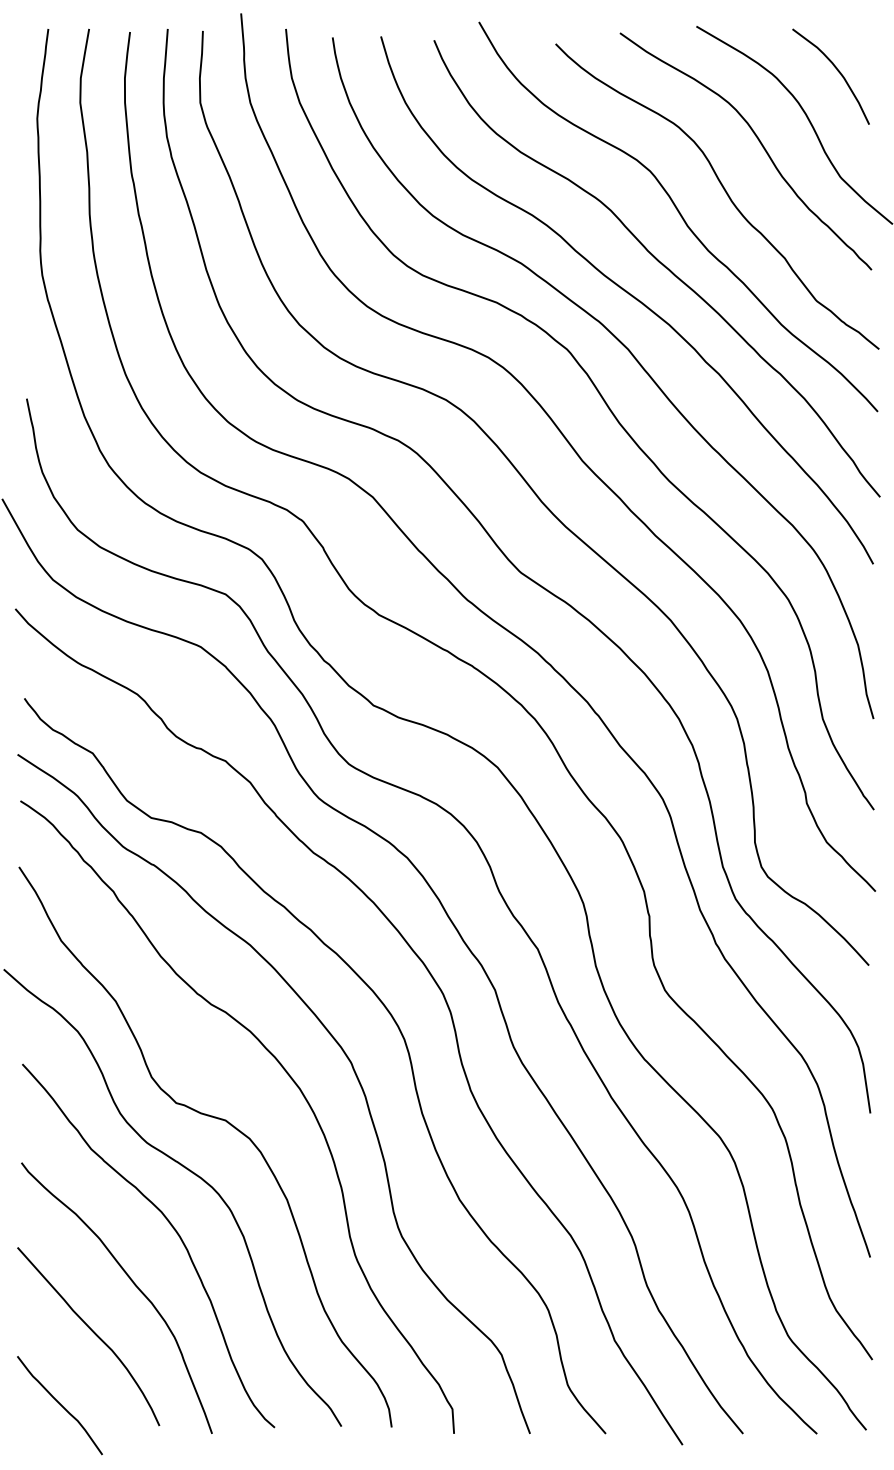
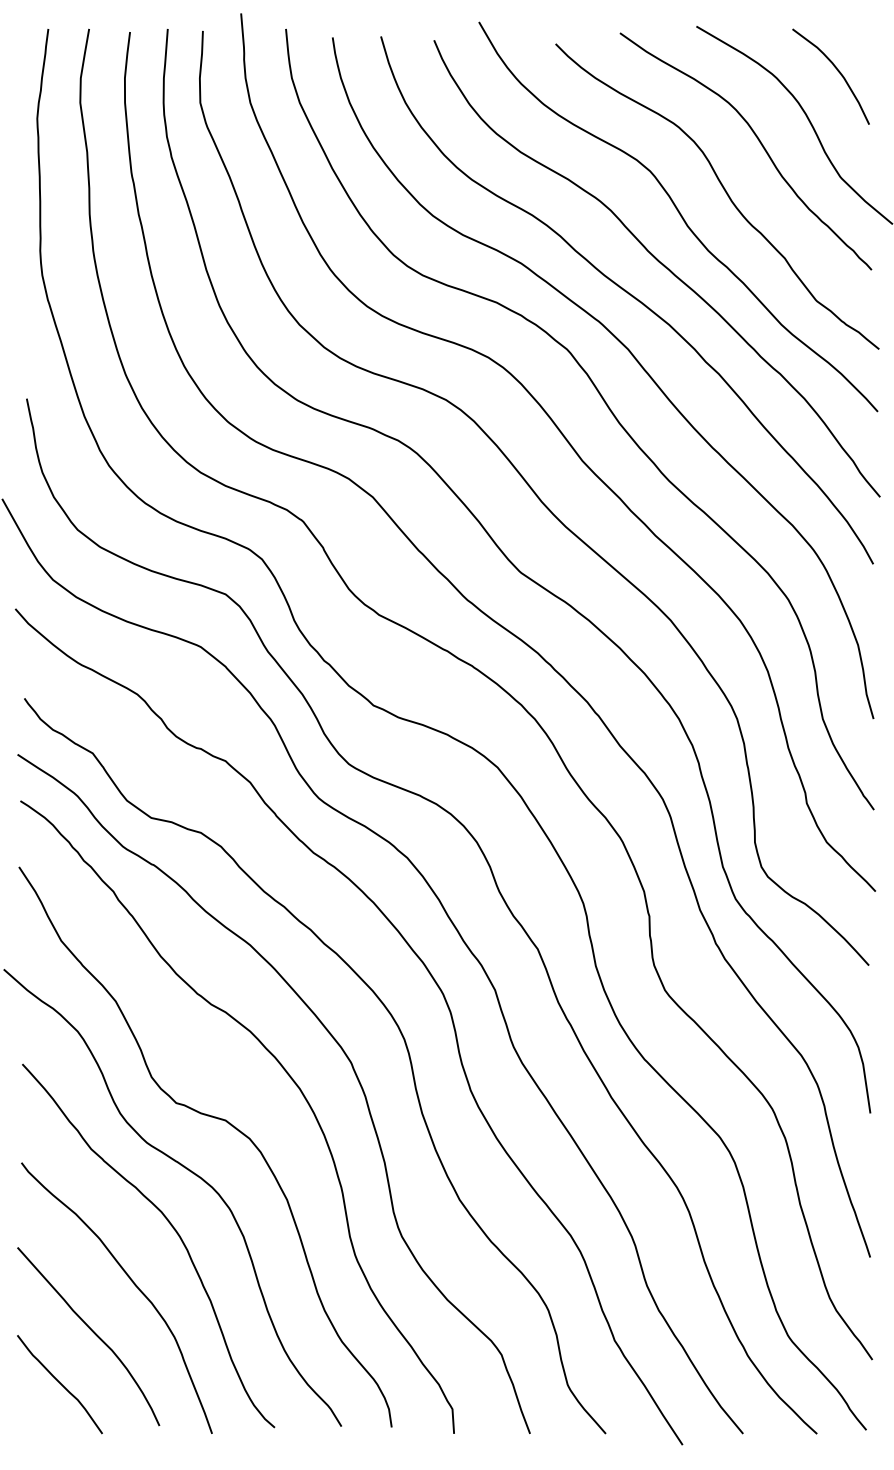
curve at (59, 1404) position: (59, 1404) -> (59, 1383)
